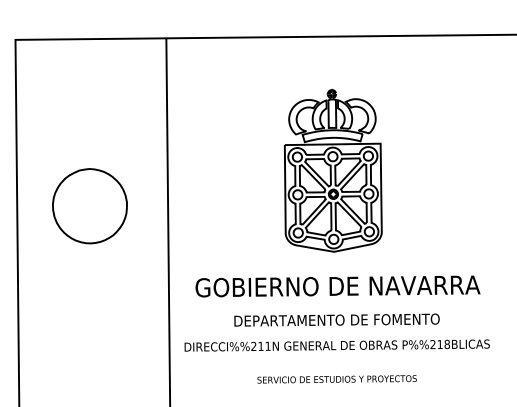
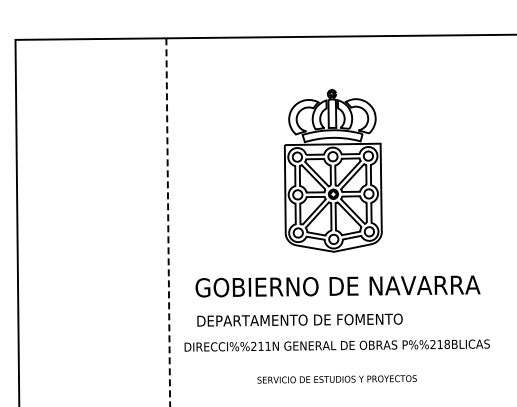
part at (89, 206): present -> none
line at (168, 222): solid -> dashed
text at (336, 319) position: (336, 319) -> (299, 319)
